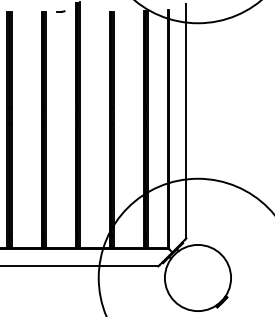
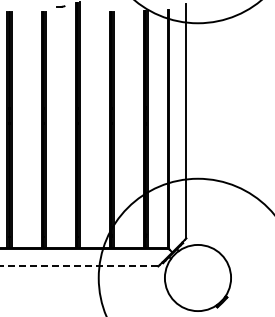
part at (60, 11) position: (60, 11) -> (60, 6)
line at (79, 266): solid -> dashed
